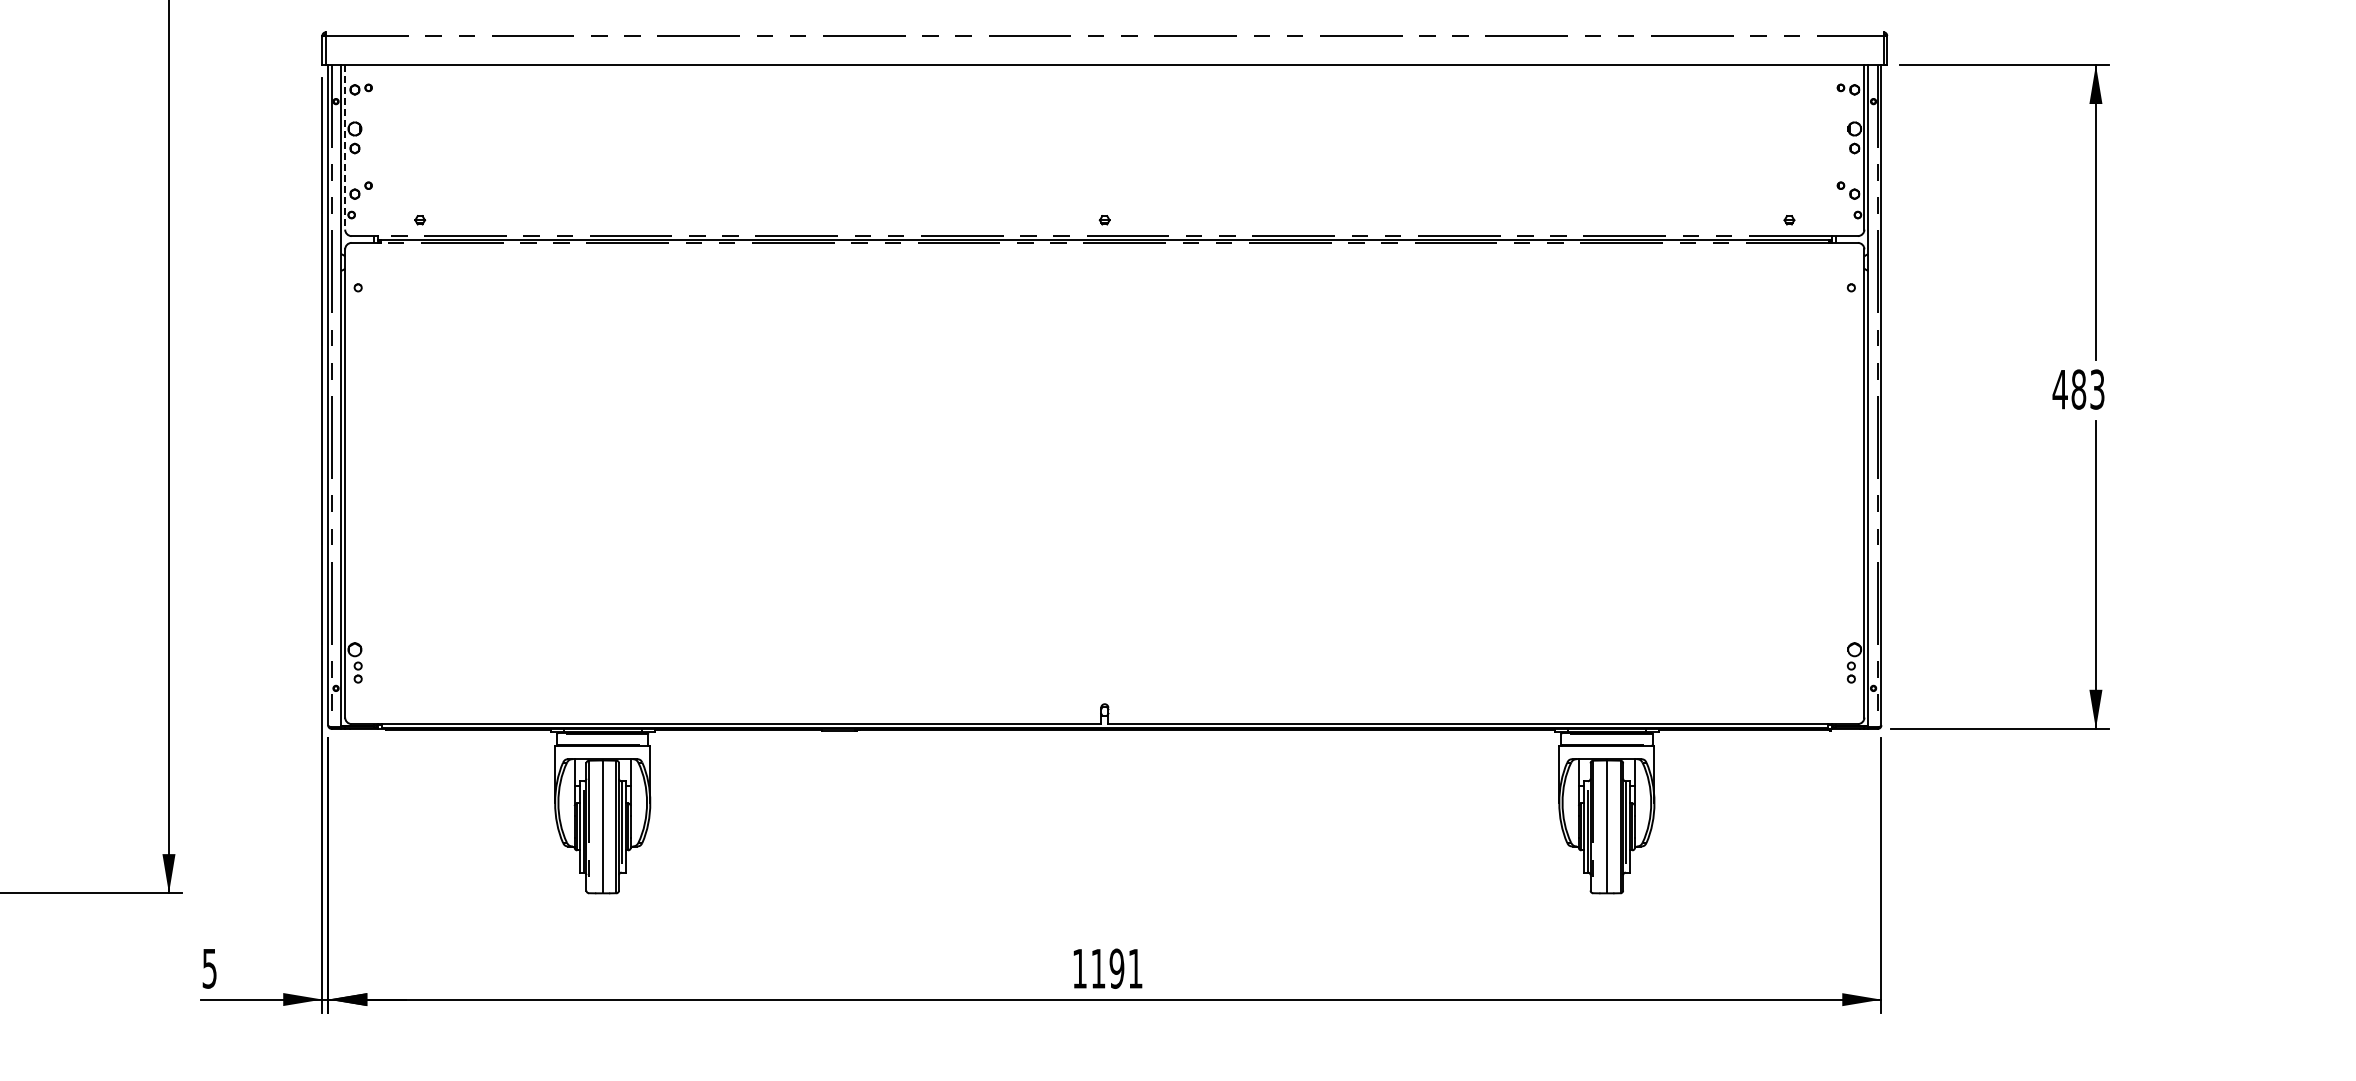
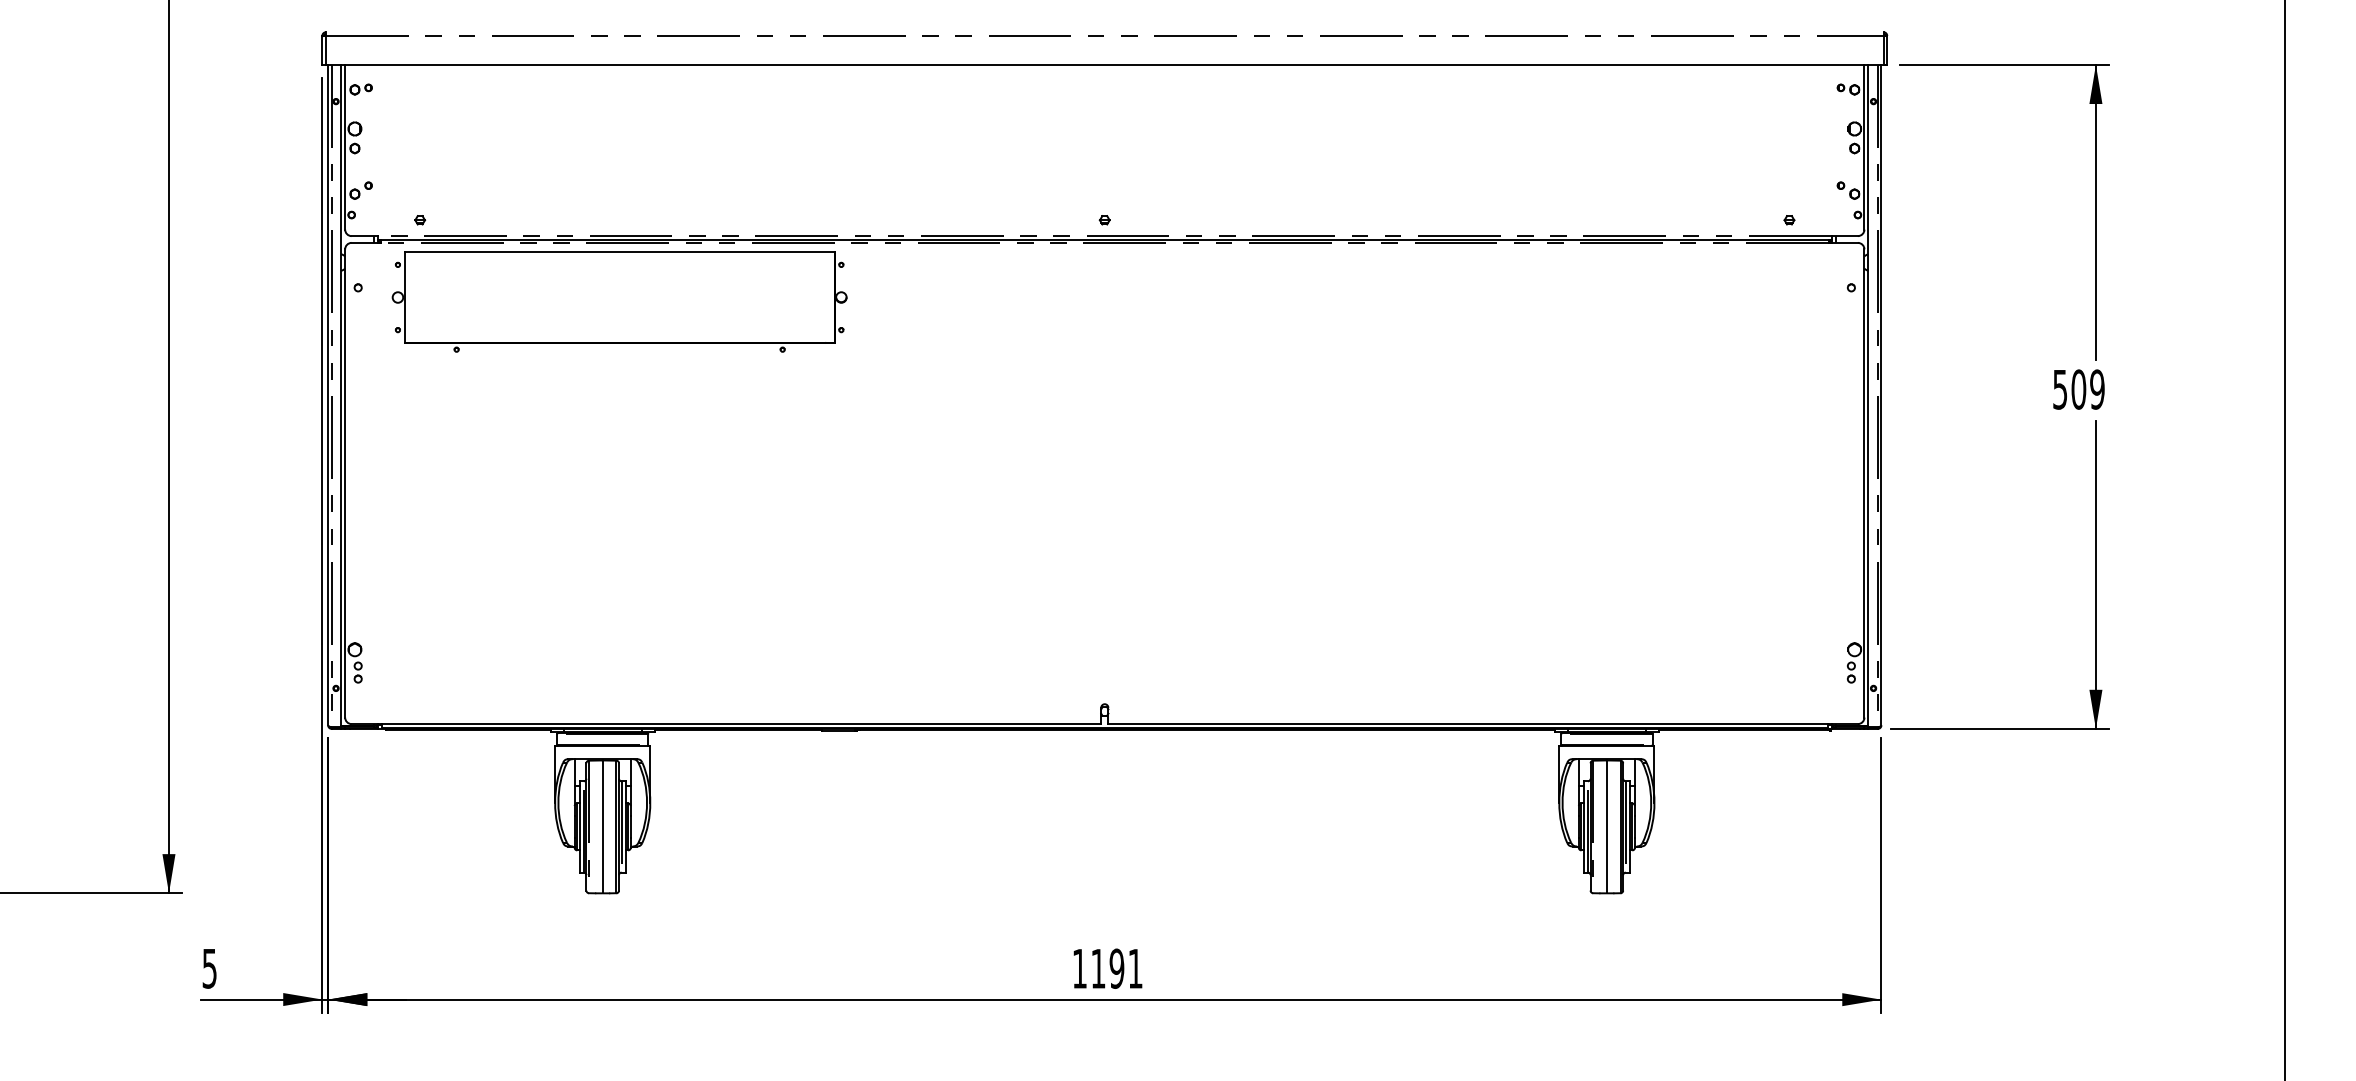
line at (345, 147): dashed -> solid
part at (619, 301): none -> present
text at (2078, 389): 483 -> 509
line at (2285, 539): none -> present
